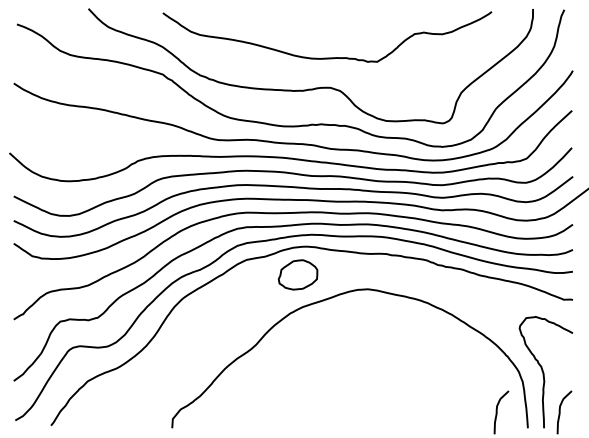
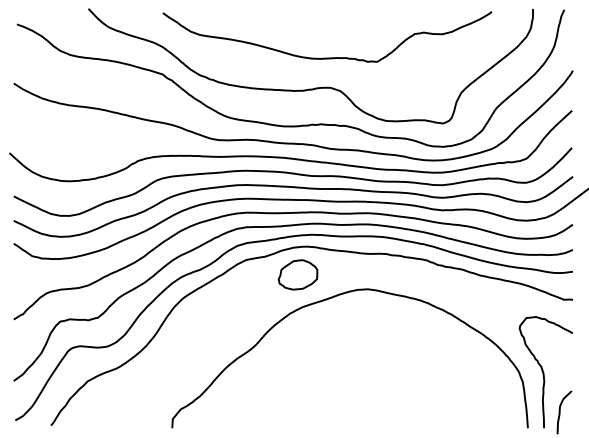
curve at (497, 412): present -> none
